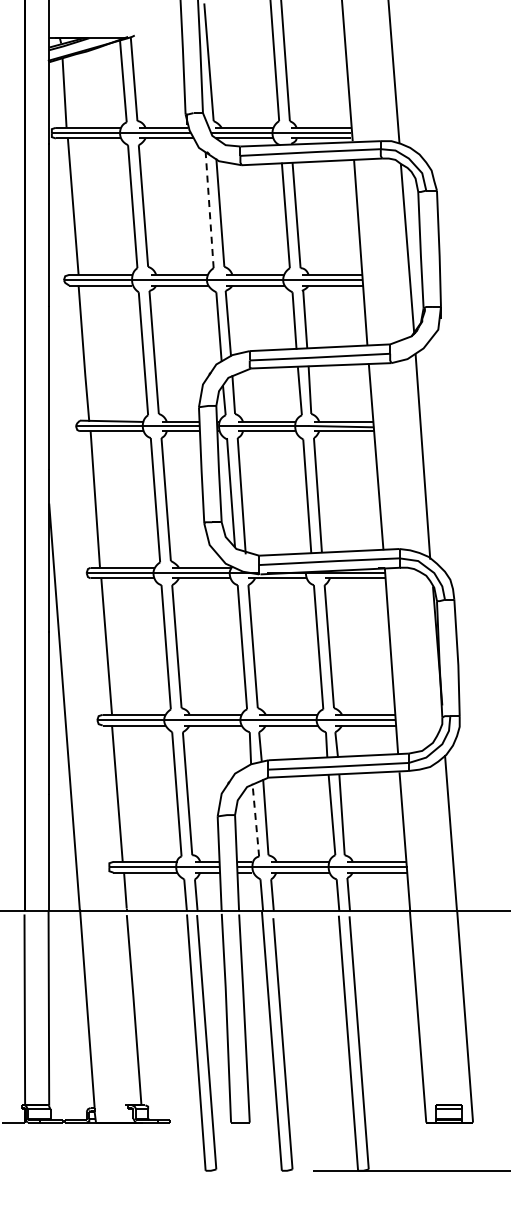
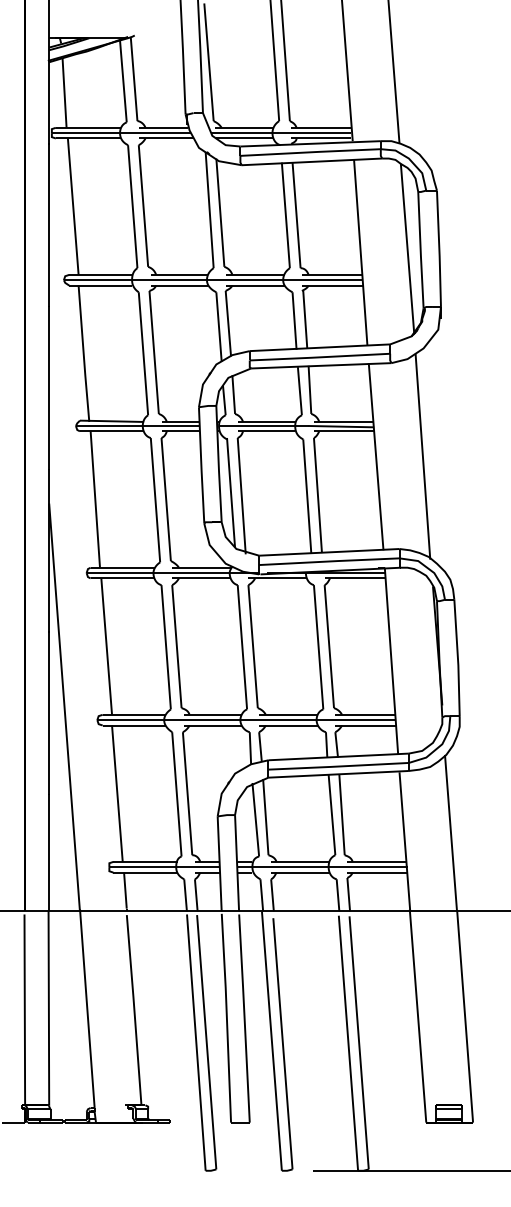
line at (209, 209): dashed -> solid
line at (255, 819): dashed -> solid
